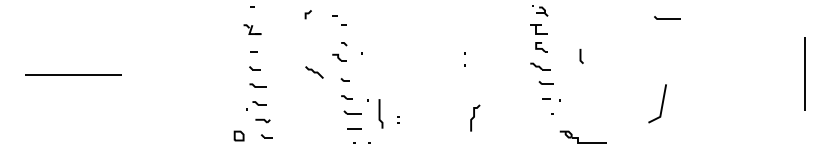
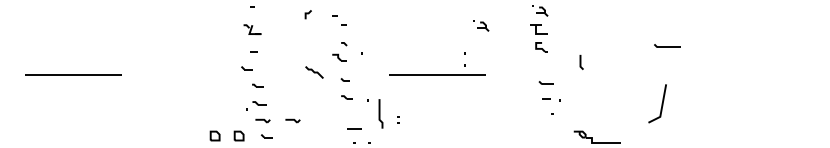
part at (667, 17) position: (667, 17) -> (667, 45)
part at (481, 25): none -> present
line at (581, 55) position: (581, 55) -> (581, 61)
part at (540, 66): present -> none
part at (254, 68) position: (254, 68) -> (246, 68)
line at (804, 73): present -> none
line at (437, 74): none -> present
part at (257, 85) size: 18x5 px -> 12x5 px
part at (352, 112): present -> none
curve at (474, 117): present -> none
part at (292, 120): none -> present
part at (214, 135): none -> present
part at (582, 136) position: (582, 136) -> (596, 136)
